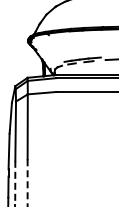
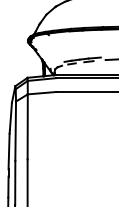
line at (15, 183): dashed -> solid
line at (27, 183): dashed -> solid
